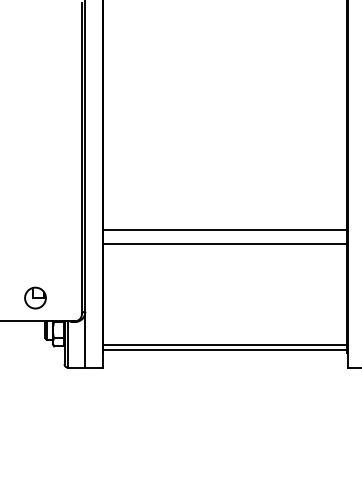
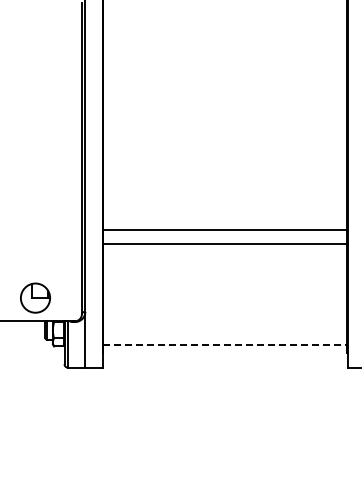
part at (35, 297) size: 23x24 px -> 31x32 px
line at (225, 344): solid -> dashed
line at (224, 350): present -> none
